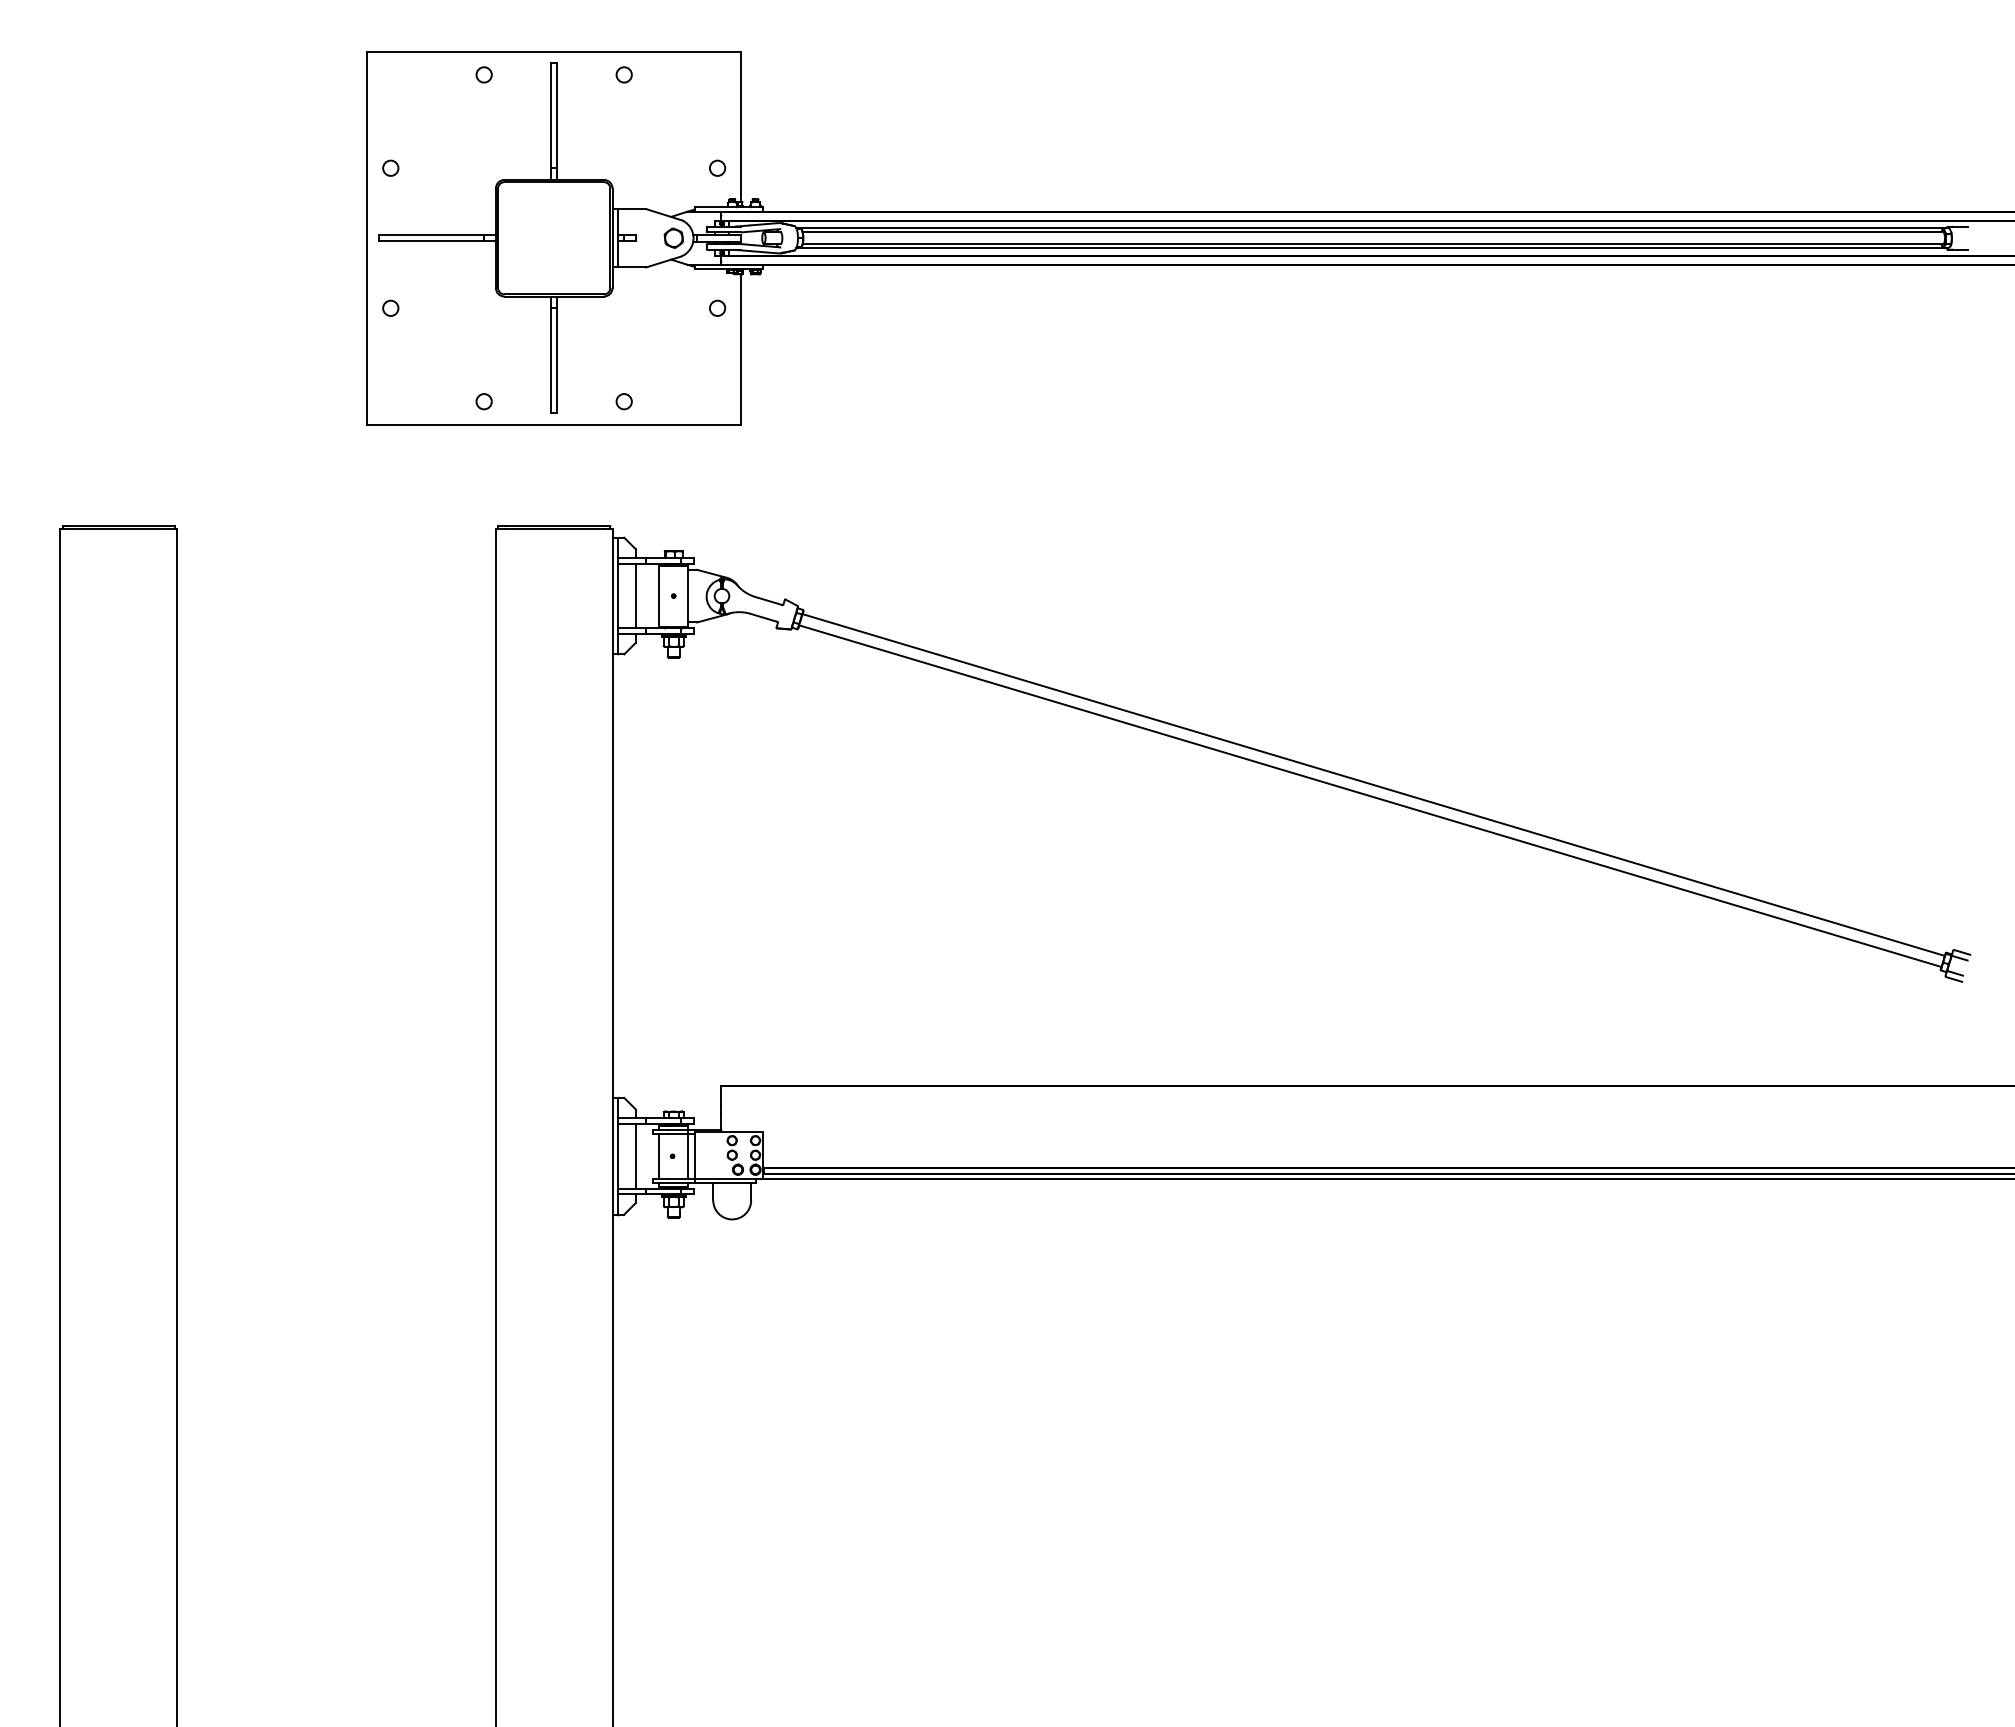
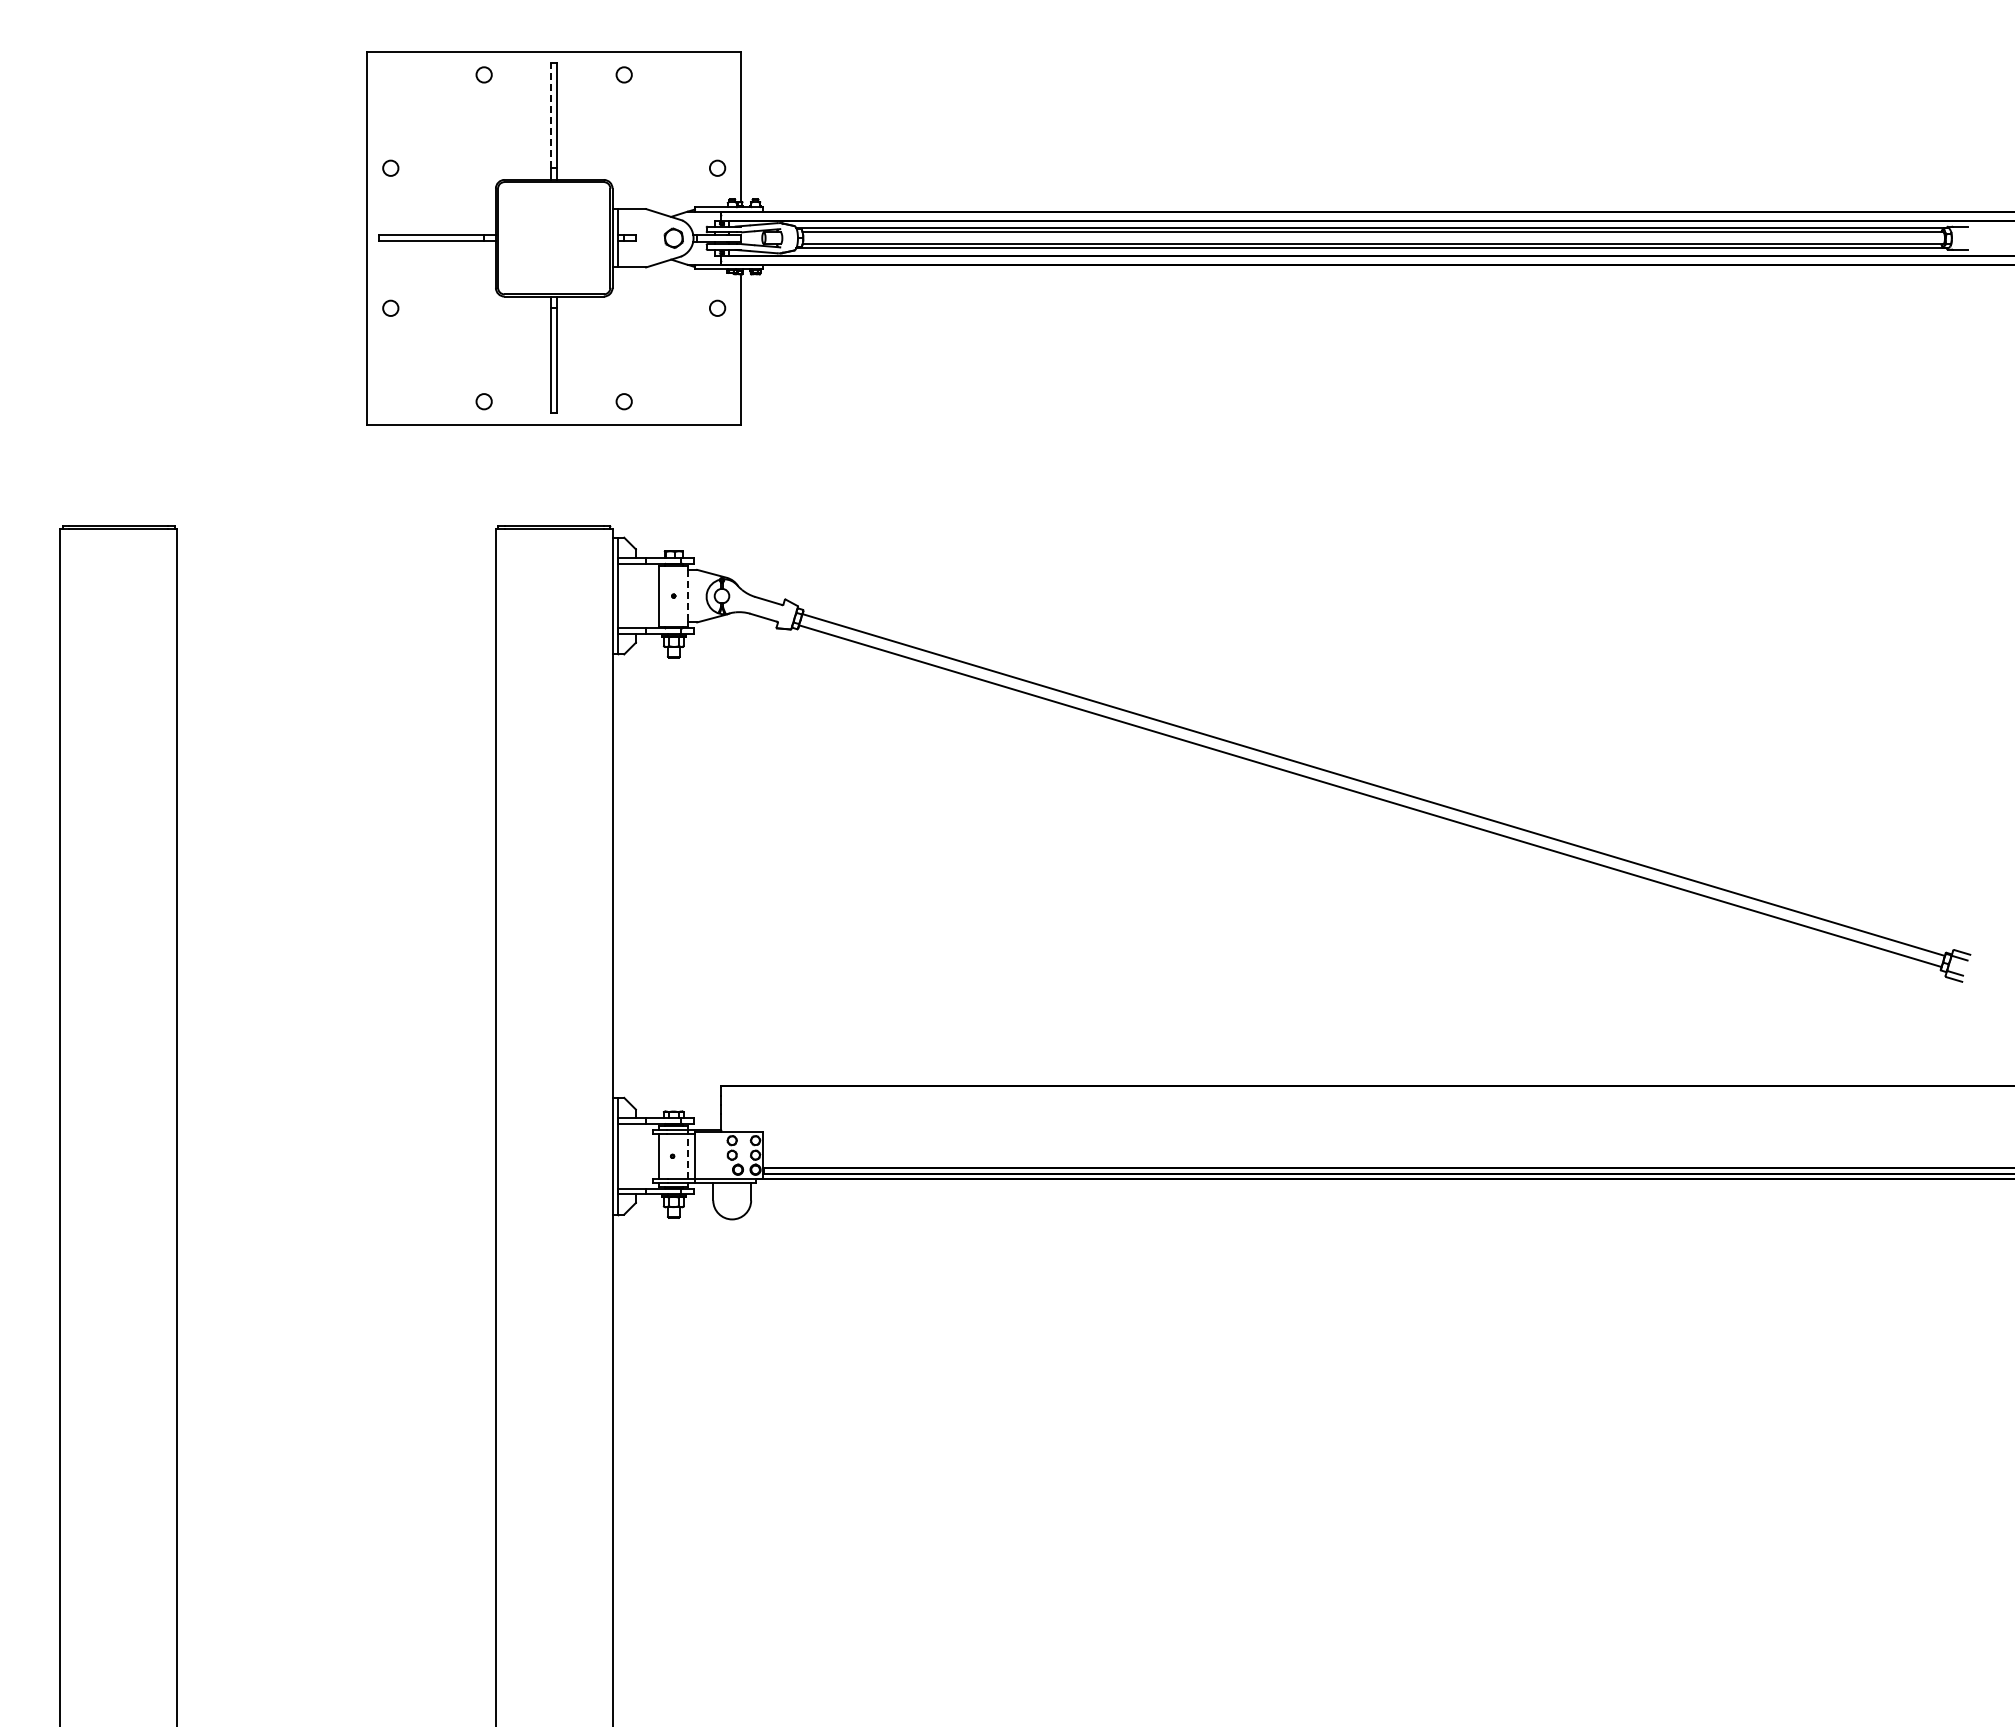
line at (551, 115): solid -> dashed
line at (635, 595): present -> none
line at (688, 596): solid -> dashed
line at (635, 1155): present -> none
line at (688, 1155): solid -> dashed
